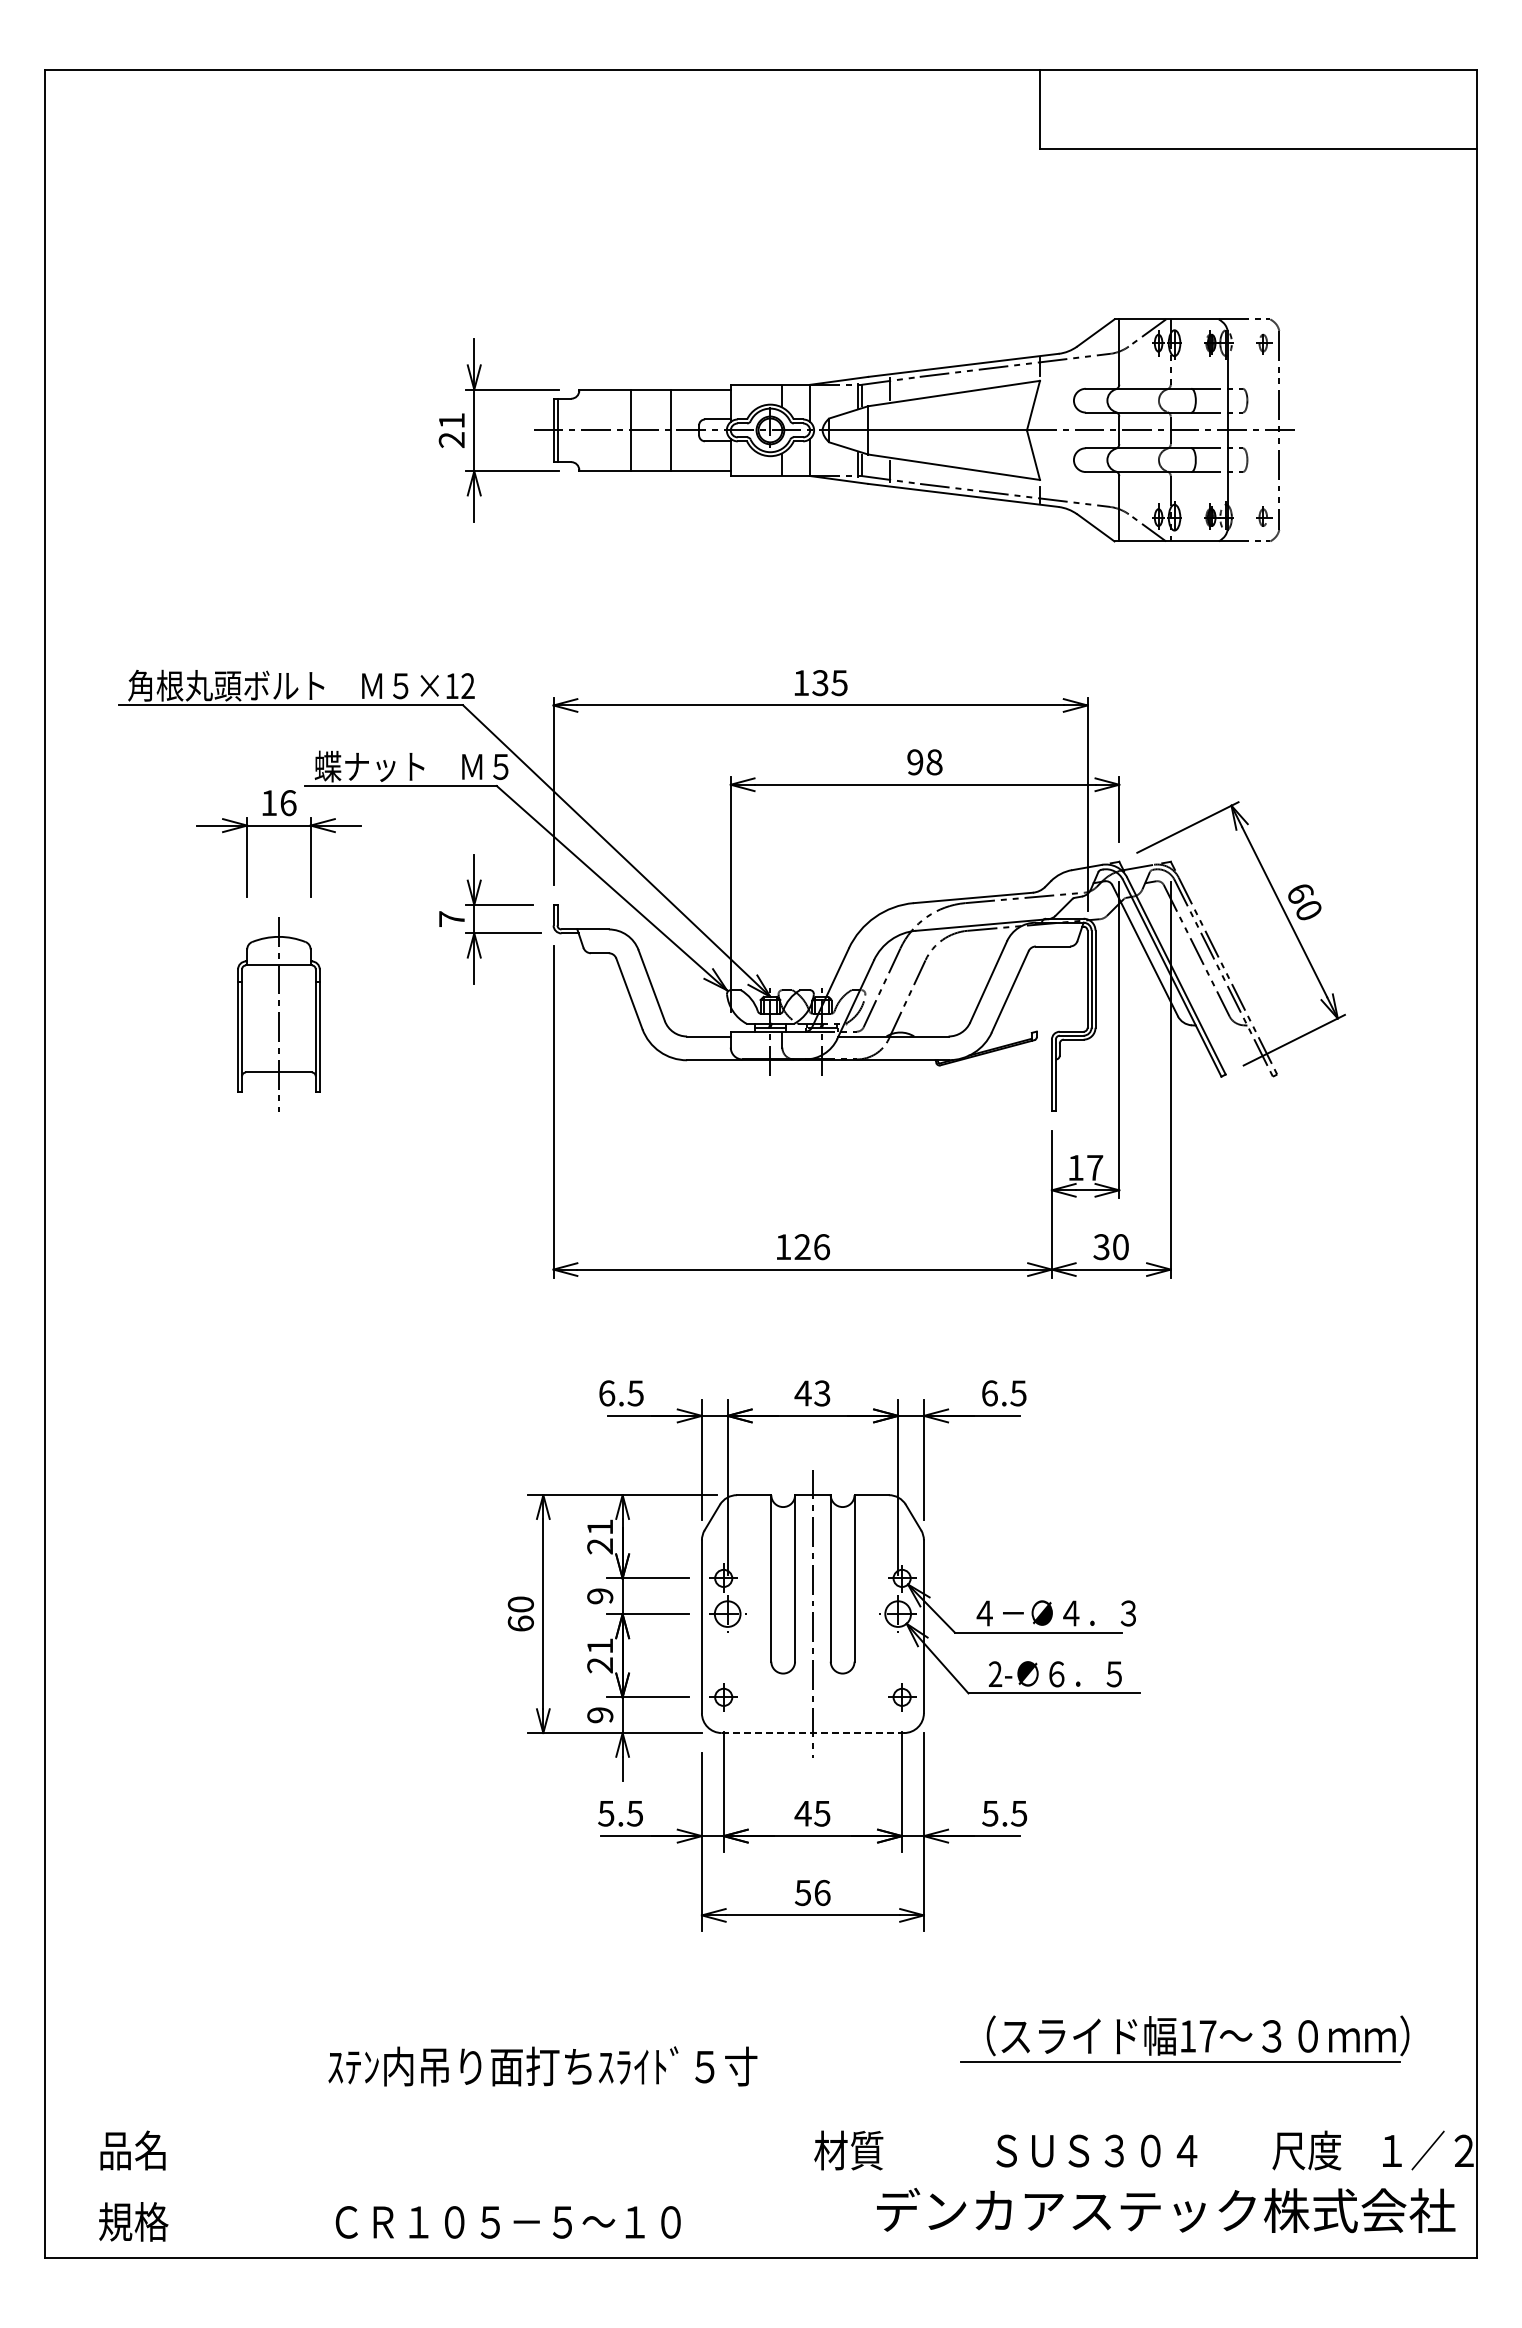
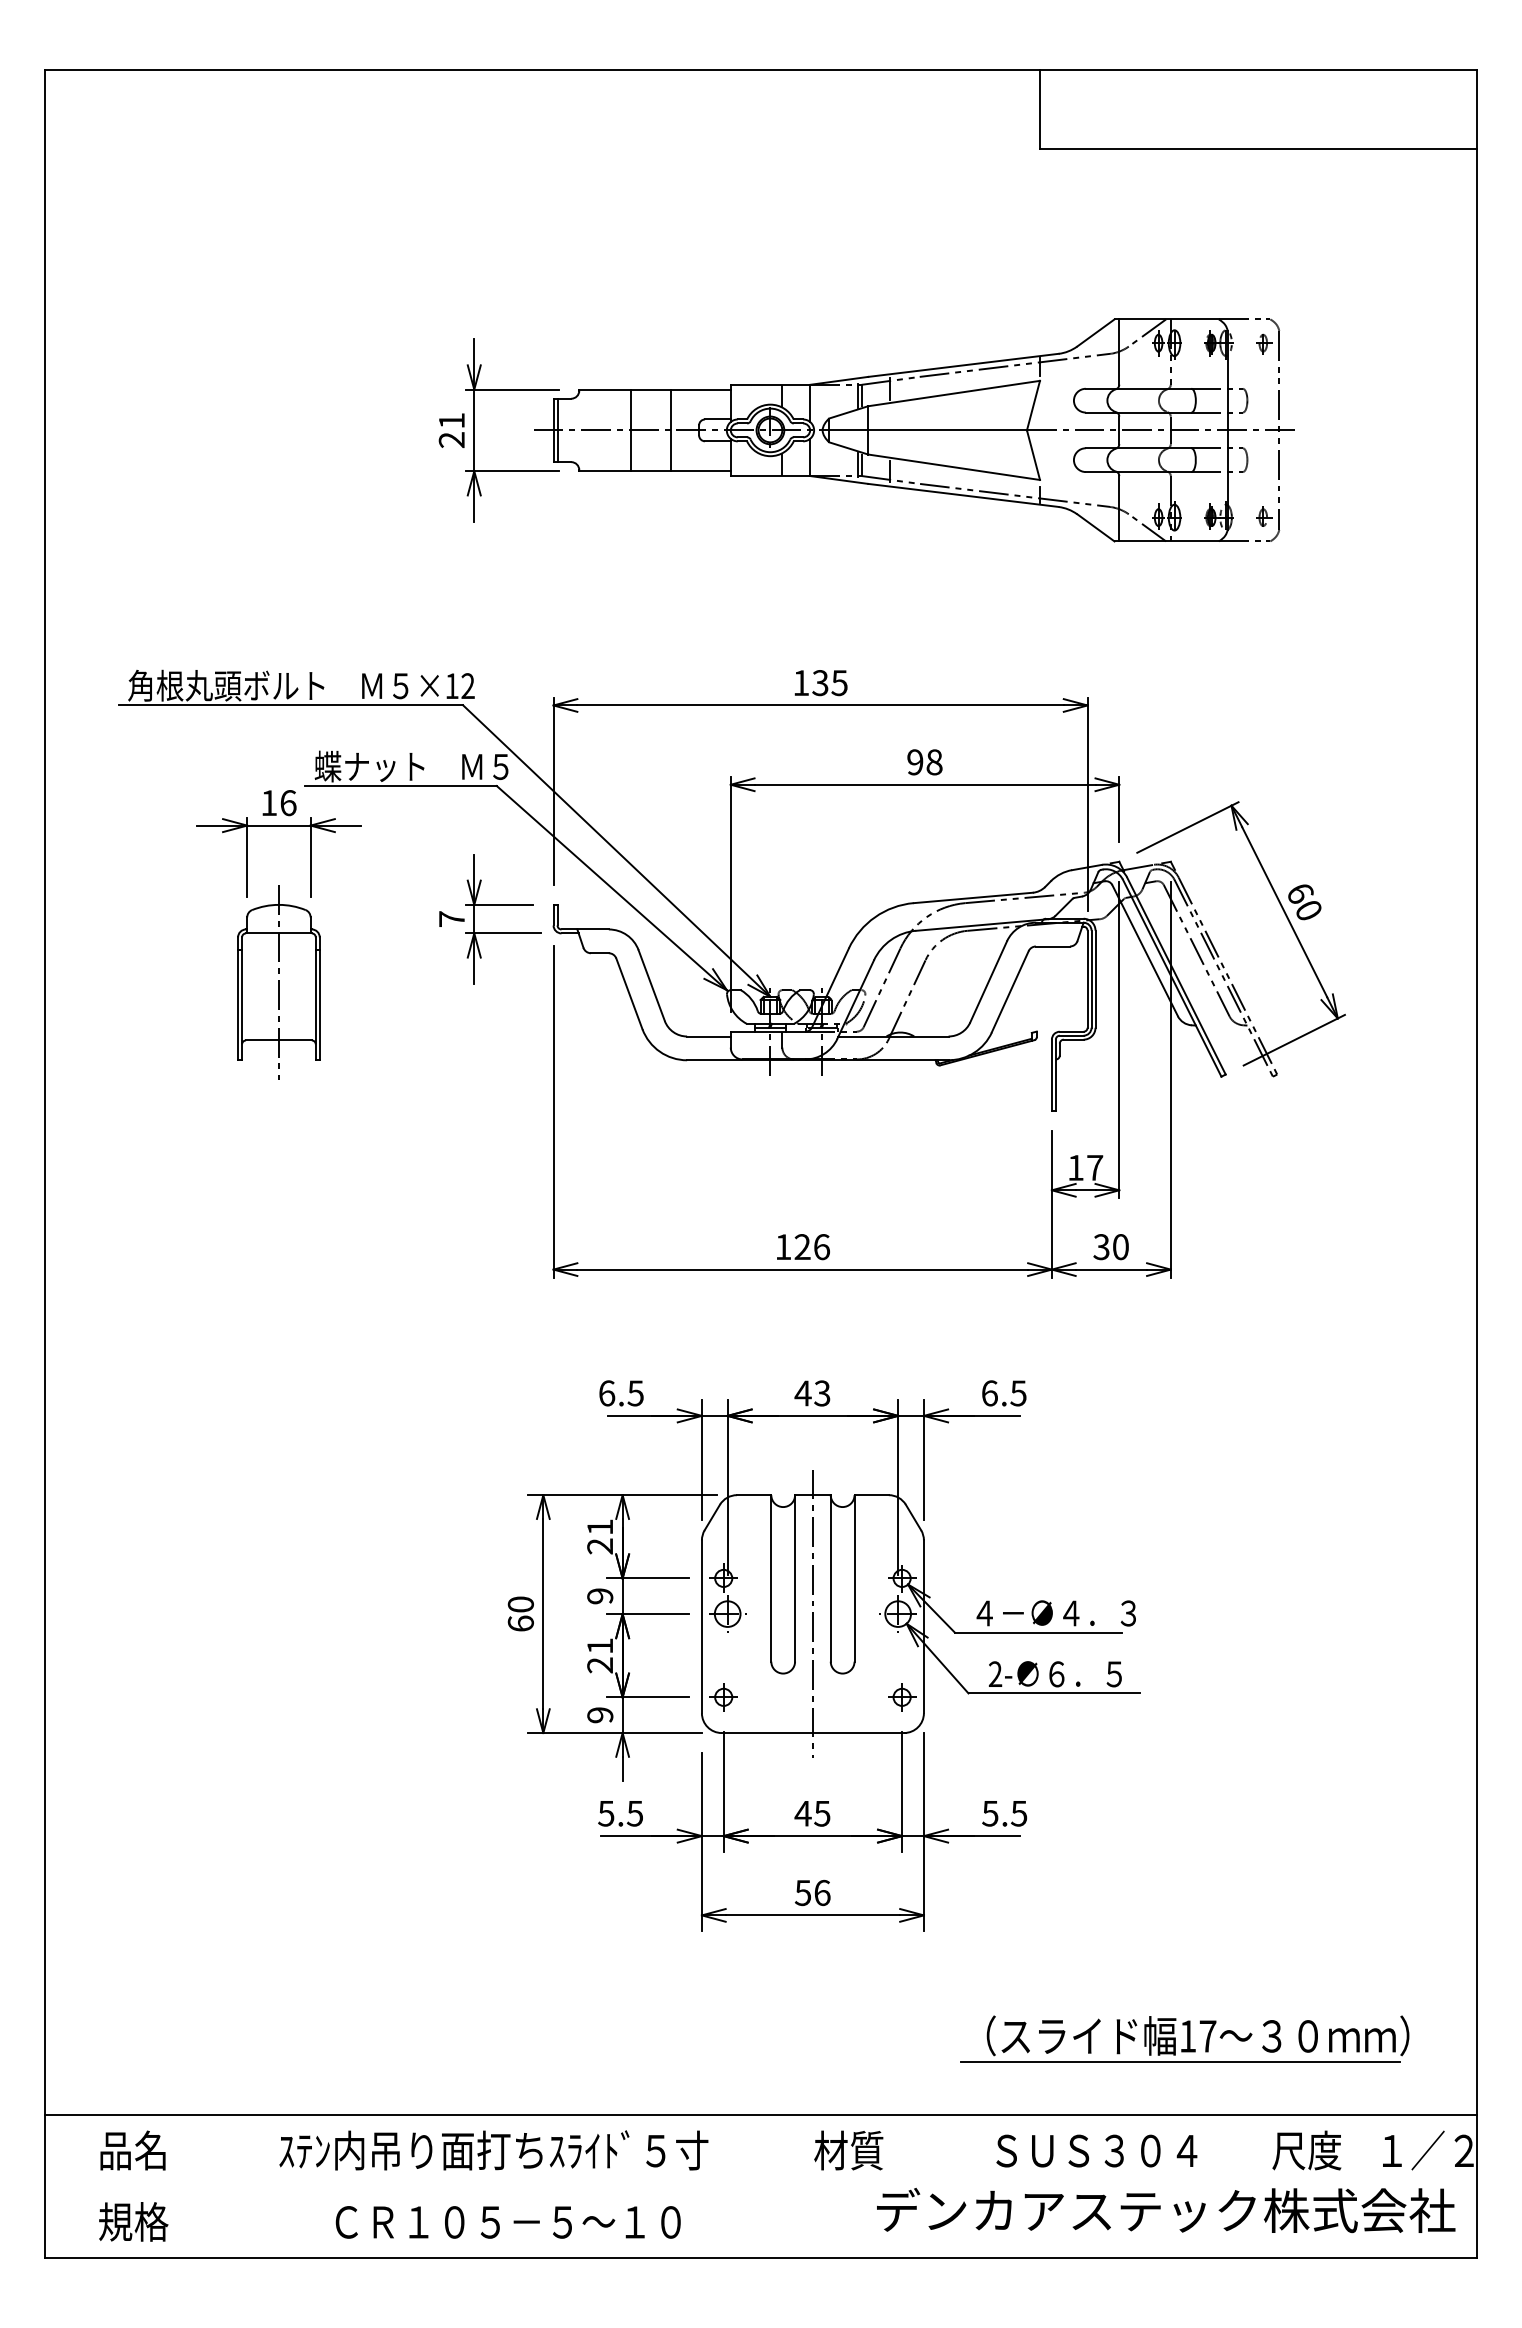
part at (278, 1014) position: (278, 1014) -> (278, 982)
line at (814, 1733): dashed -> solid
text at (542, 2066) position: (542, 2066) -> (493, 2150)
line at (760, 2115): none -> present
